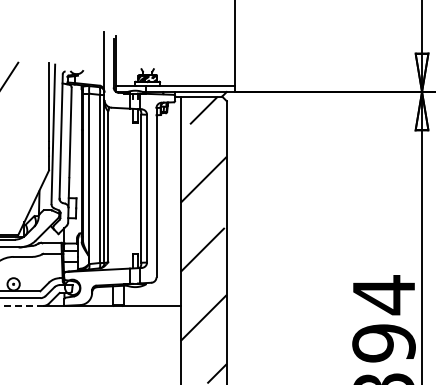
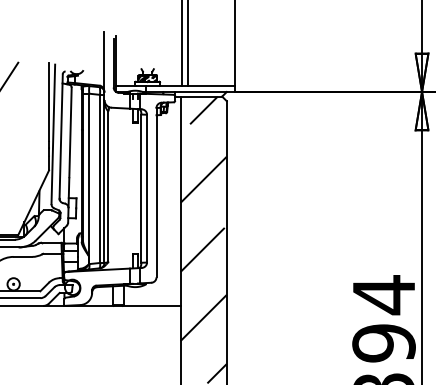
line at (182, 43): none -> present
line at (188, 43): none -> present
line at (22, 305): dashed -> solid
